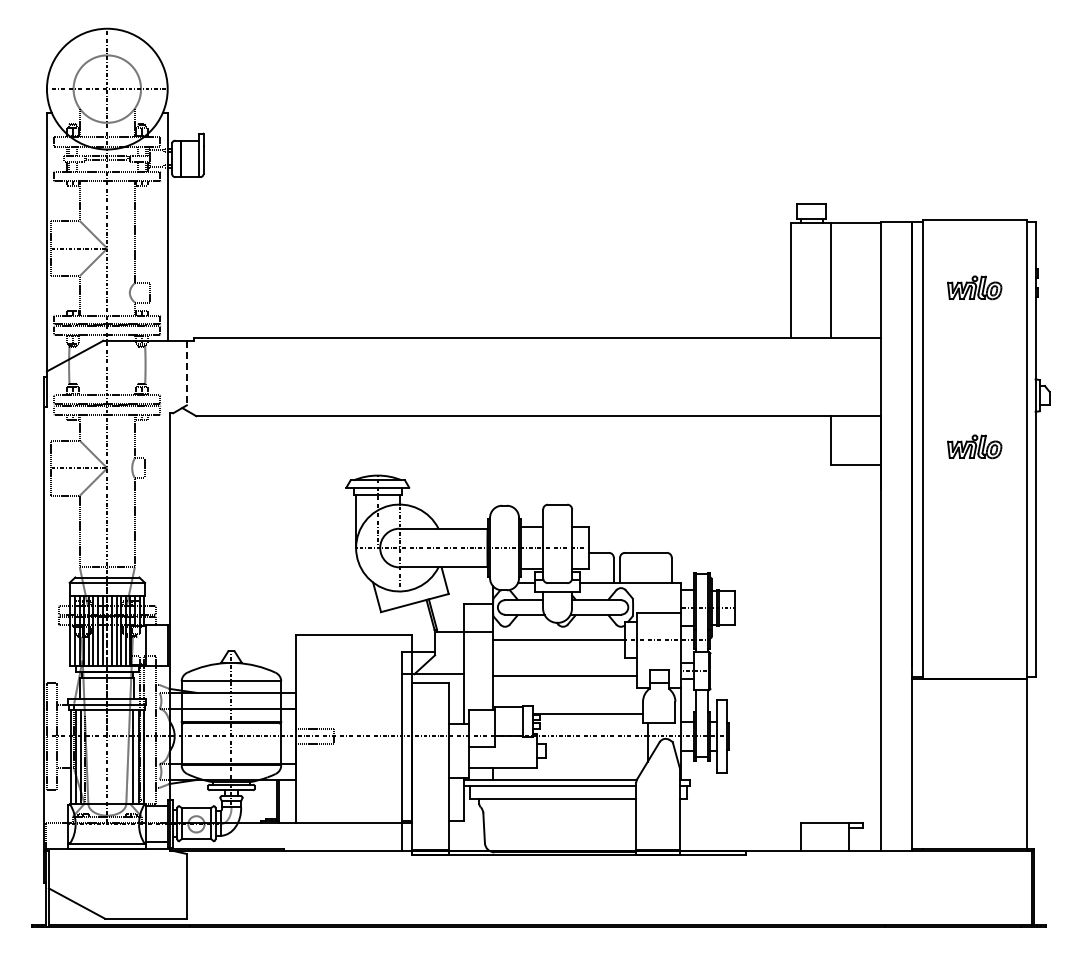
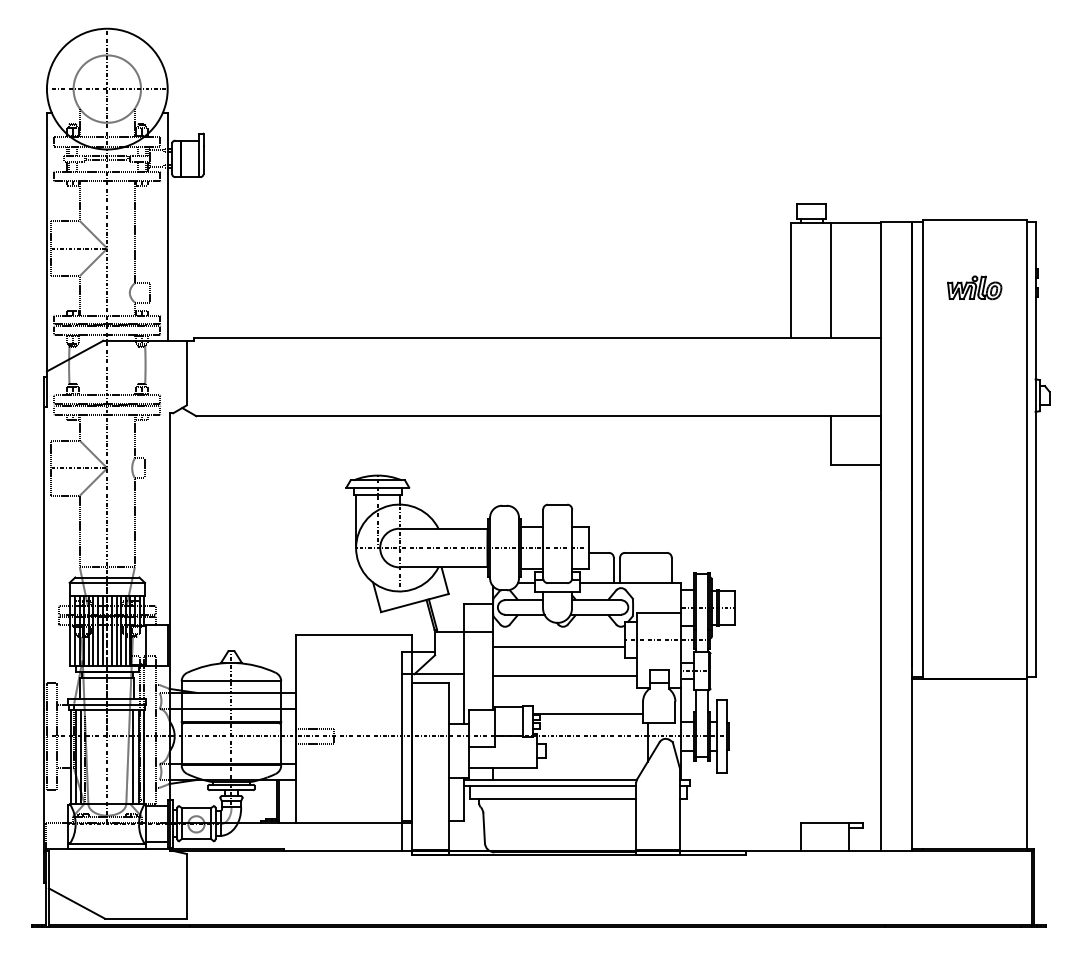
line at (186, 373): dashed -> solid
part at (974, 446): present -> none
line at (559, 640) position: (559, 640) -> (559, 647)
